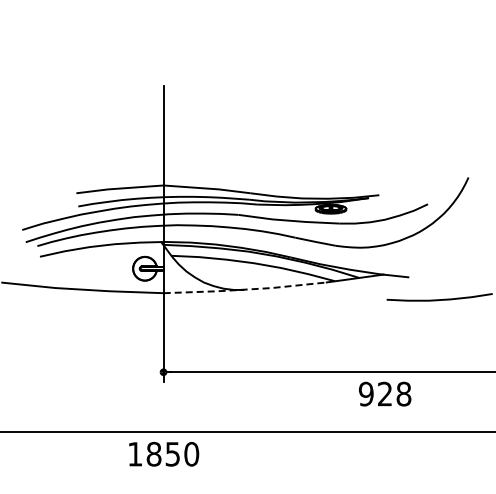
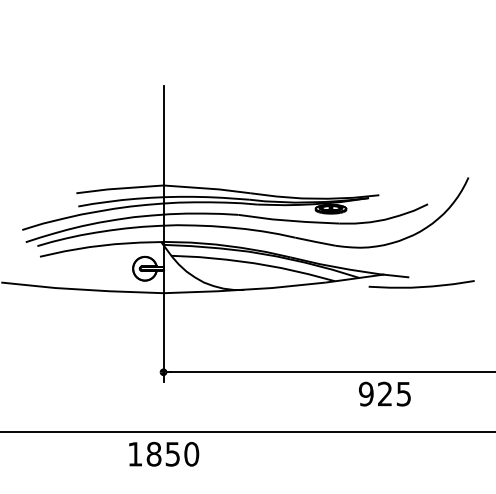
line at (245, 289): dashed -> solid
curve at (439, 299) position: (439, 299) -> (421, 286)
text at (403, 393): 928 -> 925
